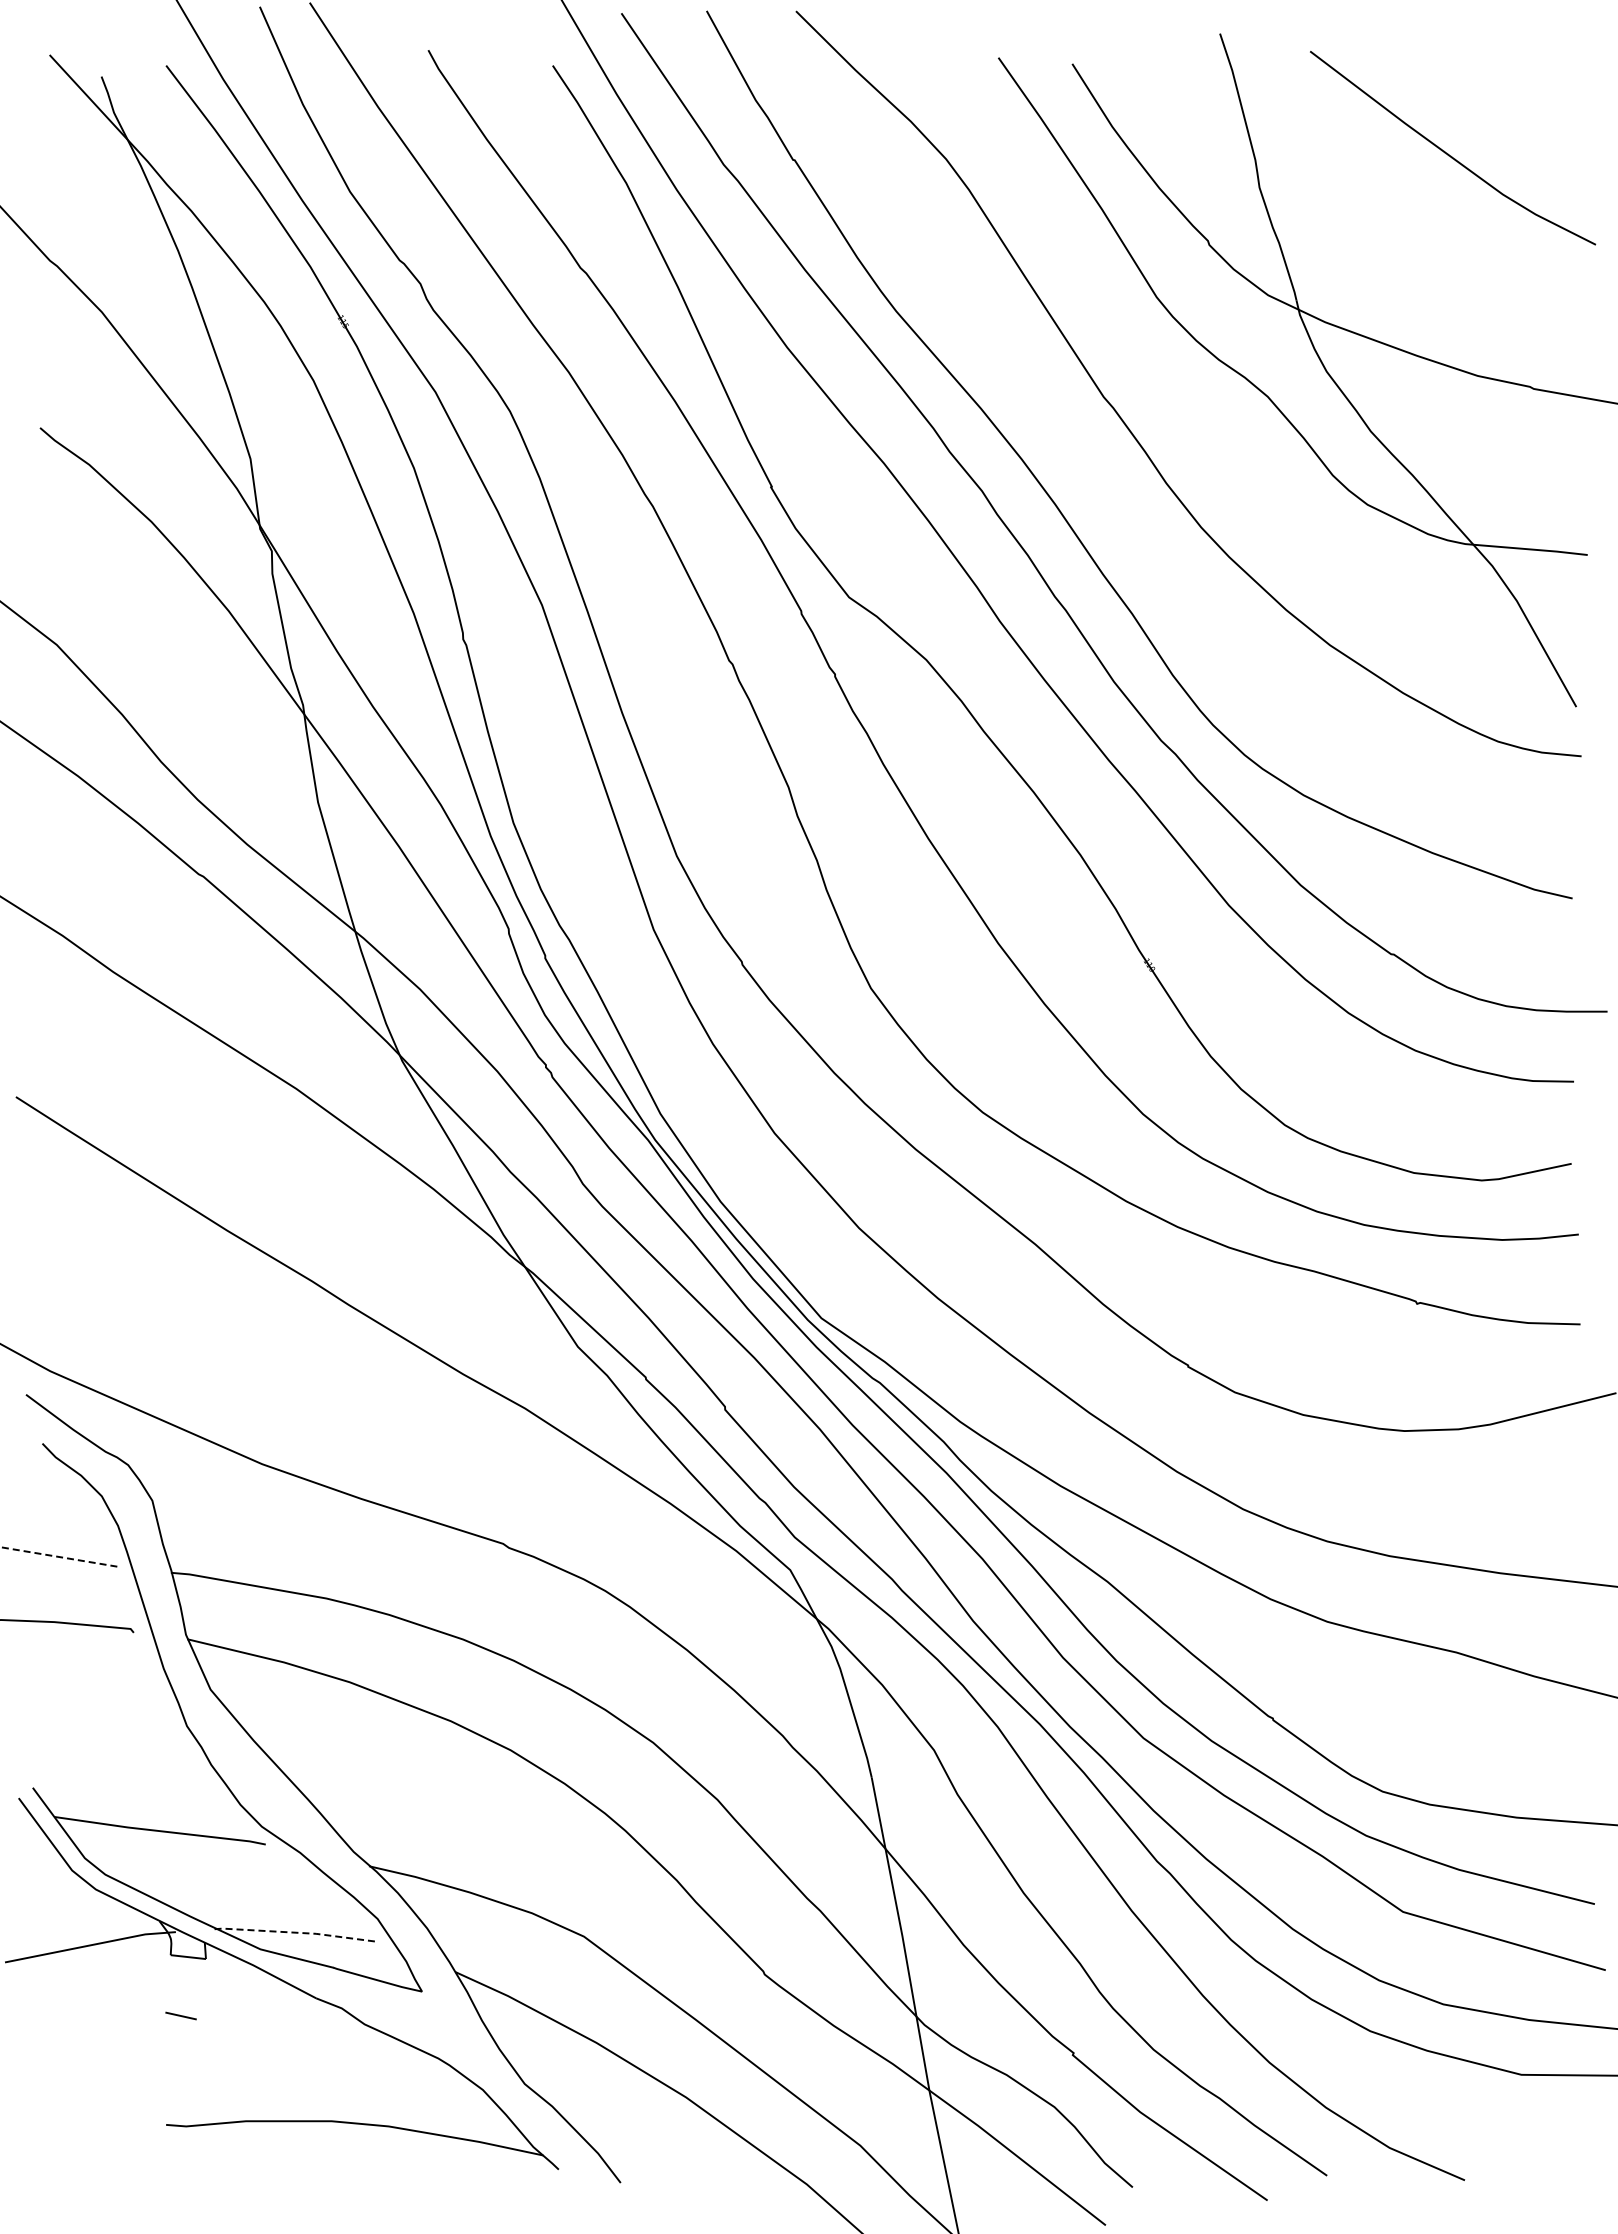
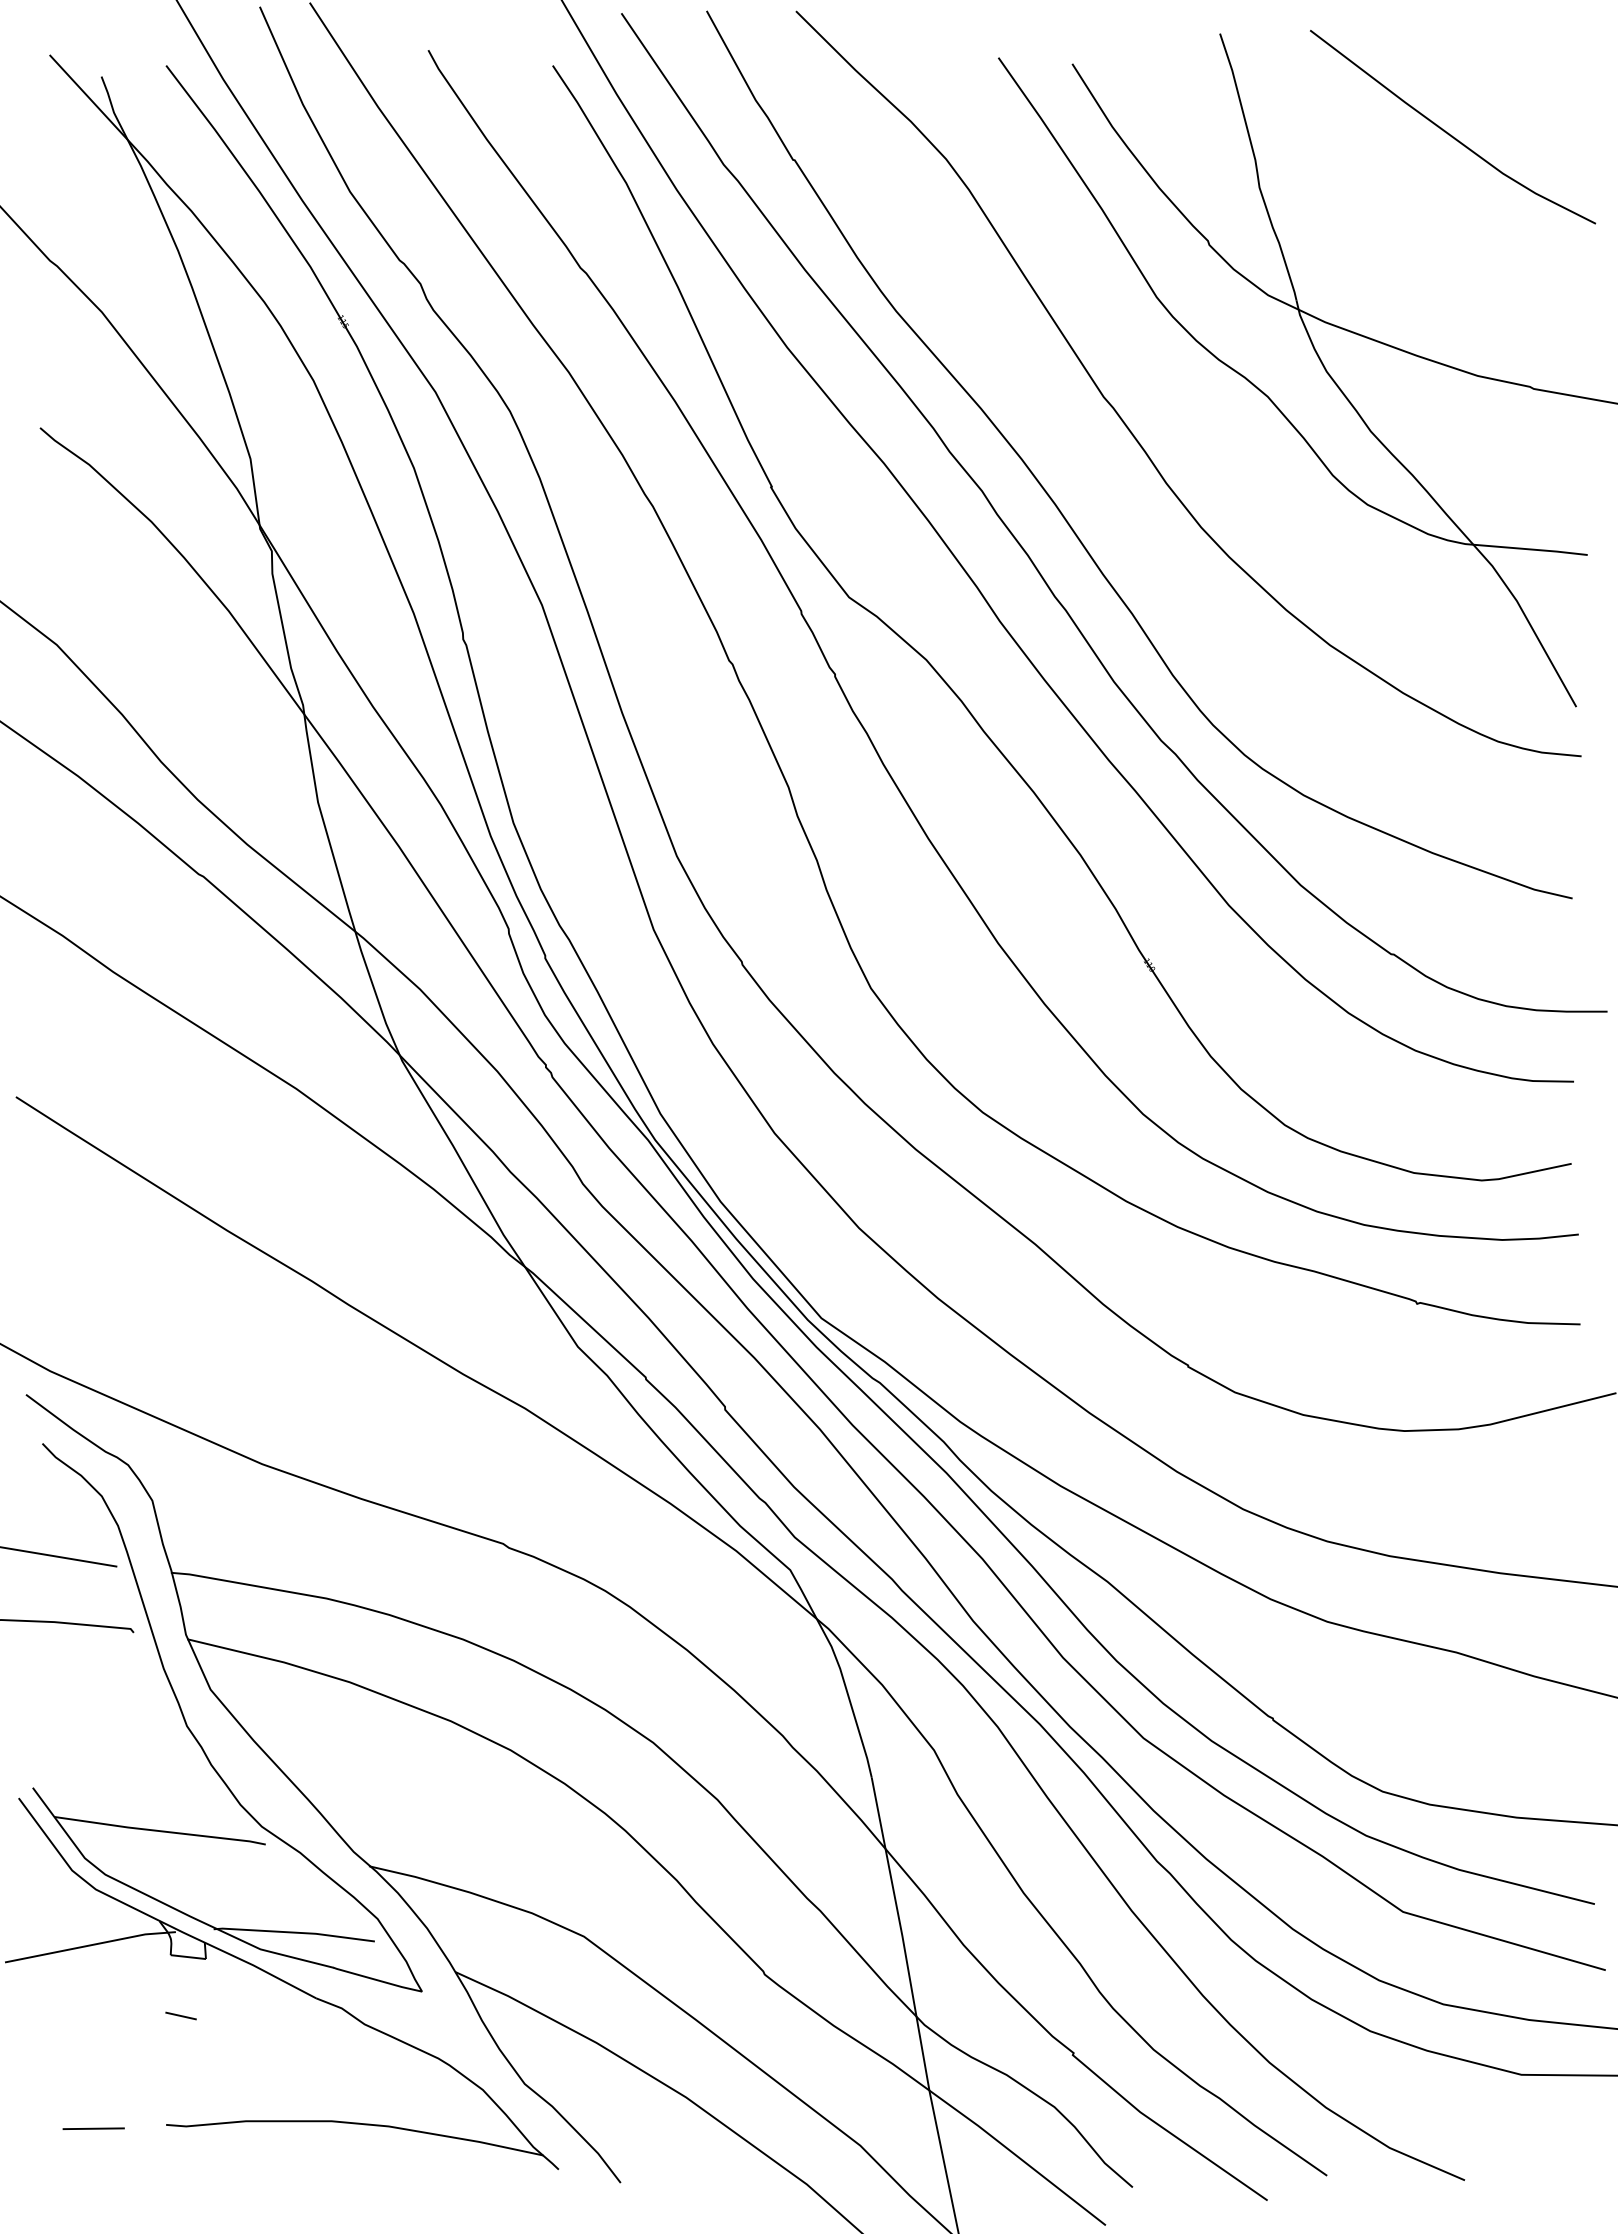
curve at (1448, 153) position: (1448, 153) -> (1448, 132)
line at (58, 1556): dashed -> solid
line at (294, 1932): dashed -> solid
line at (93, 2128): none -> present
